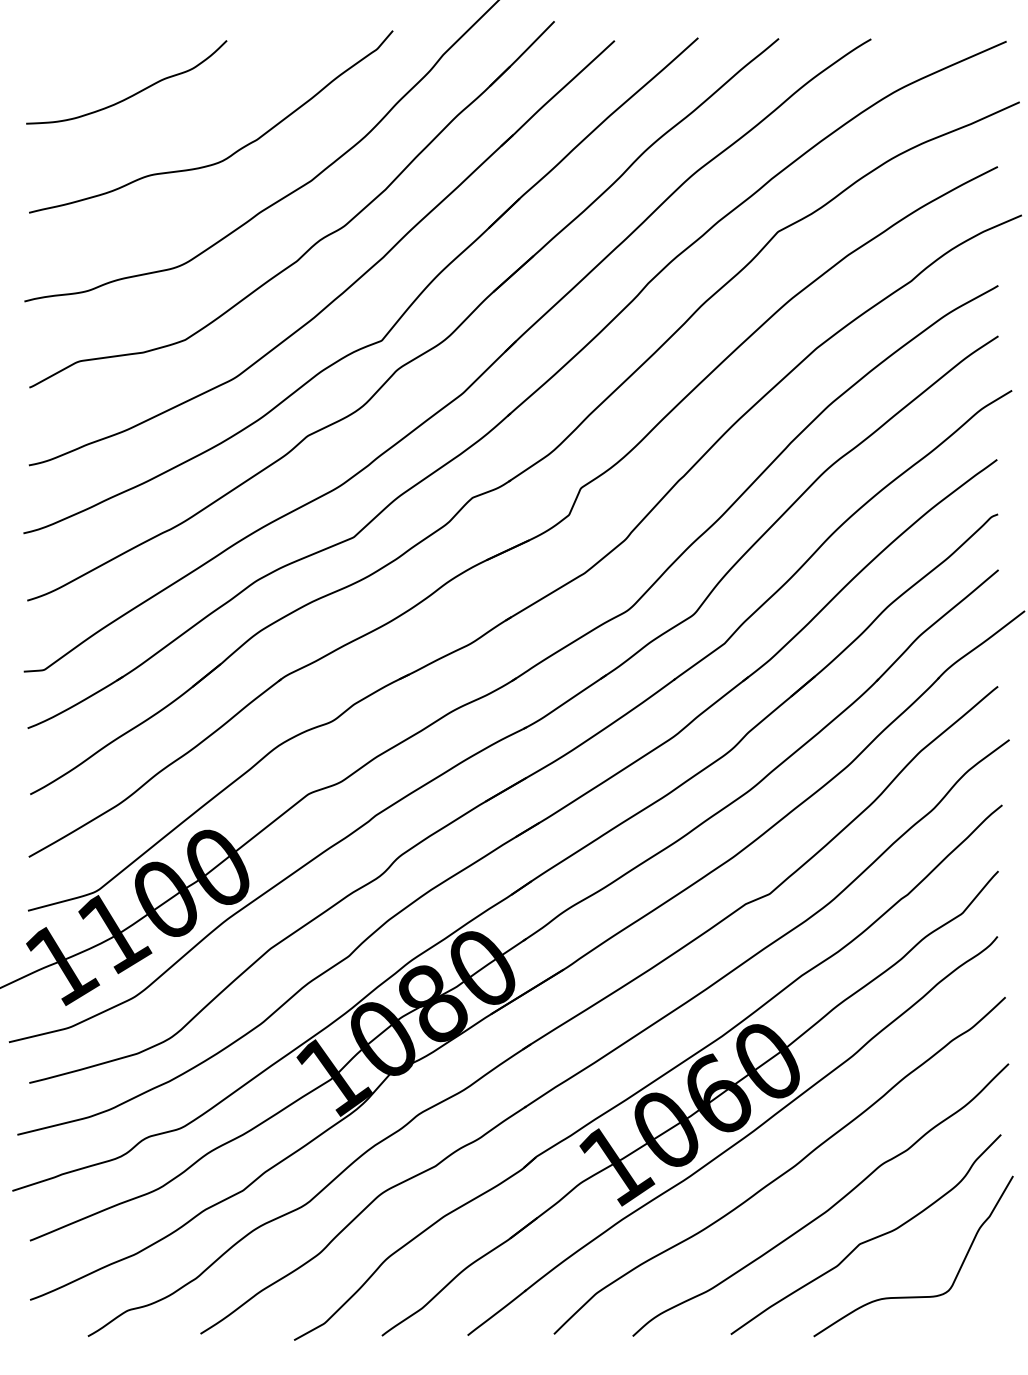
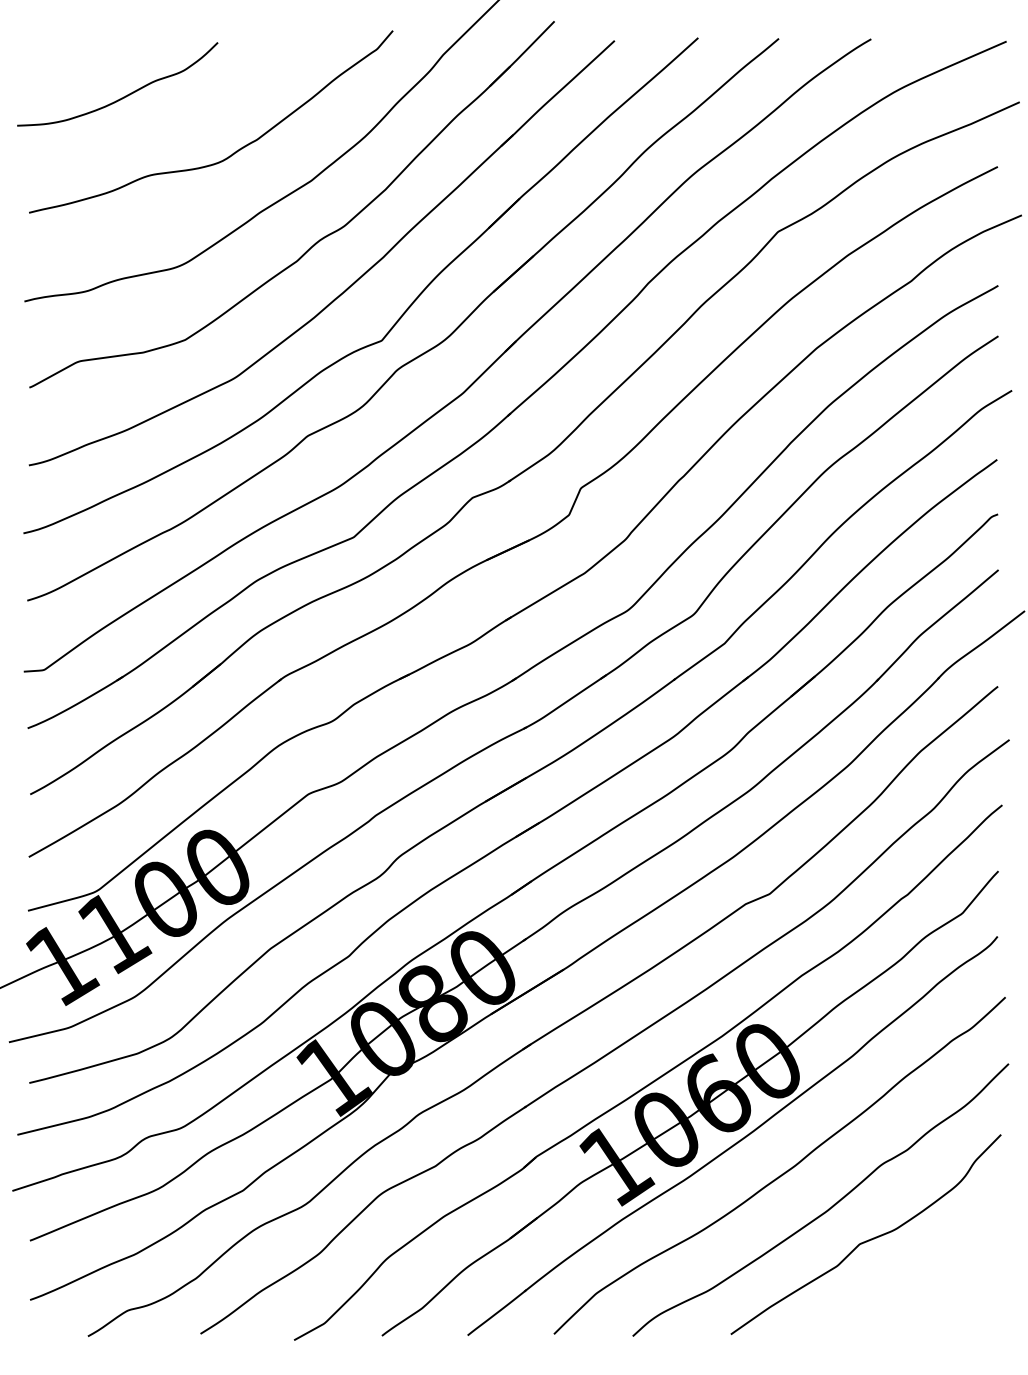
curve at (132, 94) position: (132, 94) -> (123, 96)
curve at (913, 1296): present -> none
